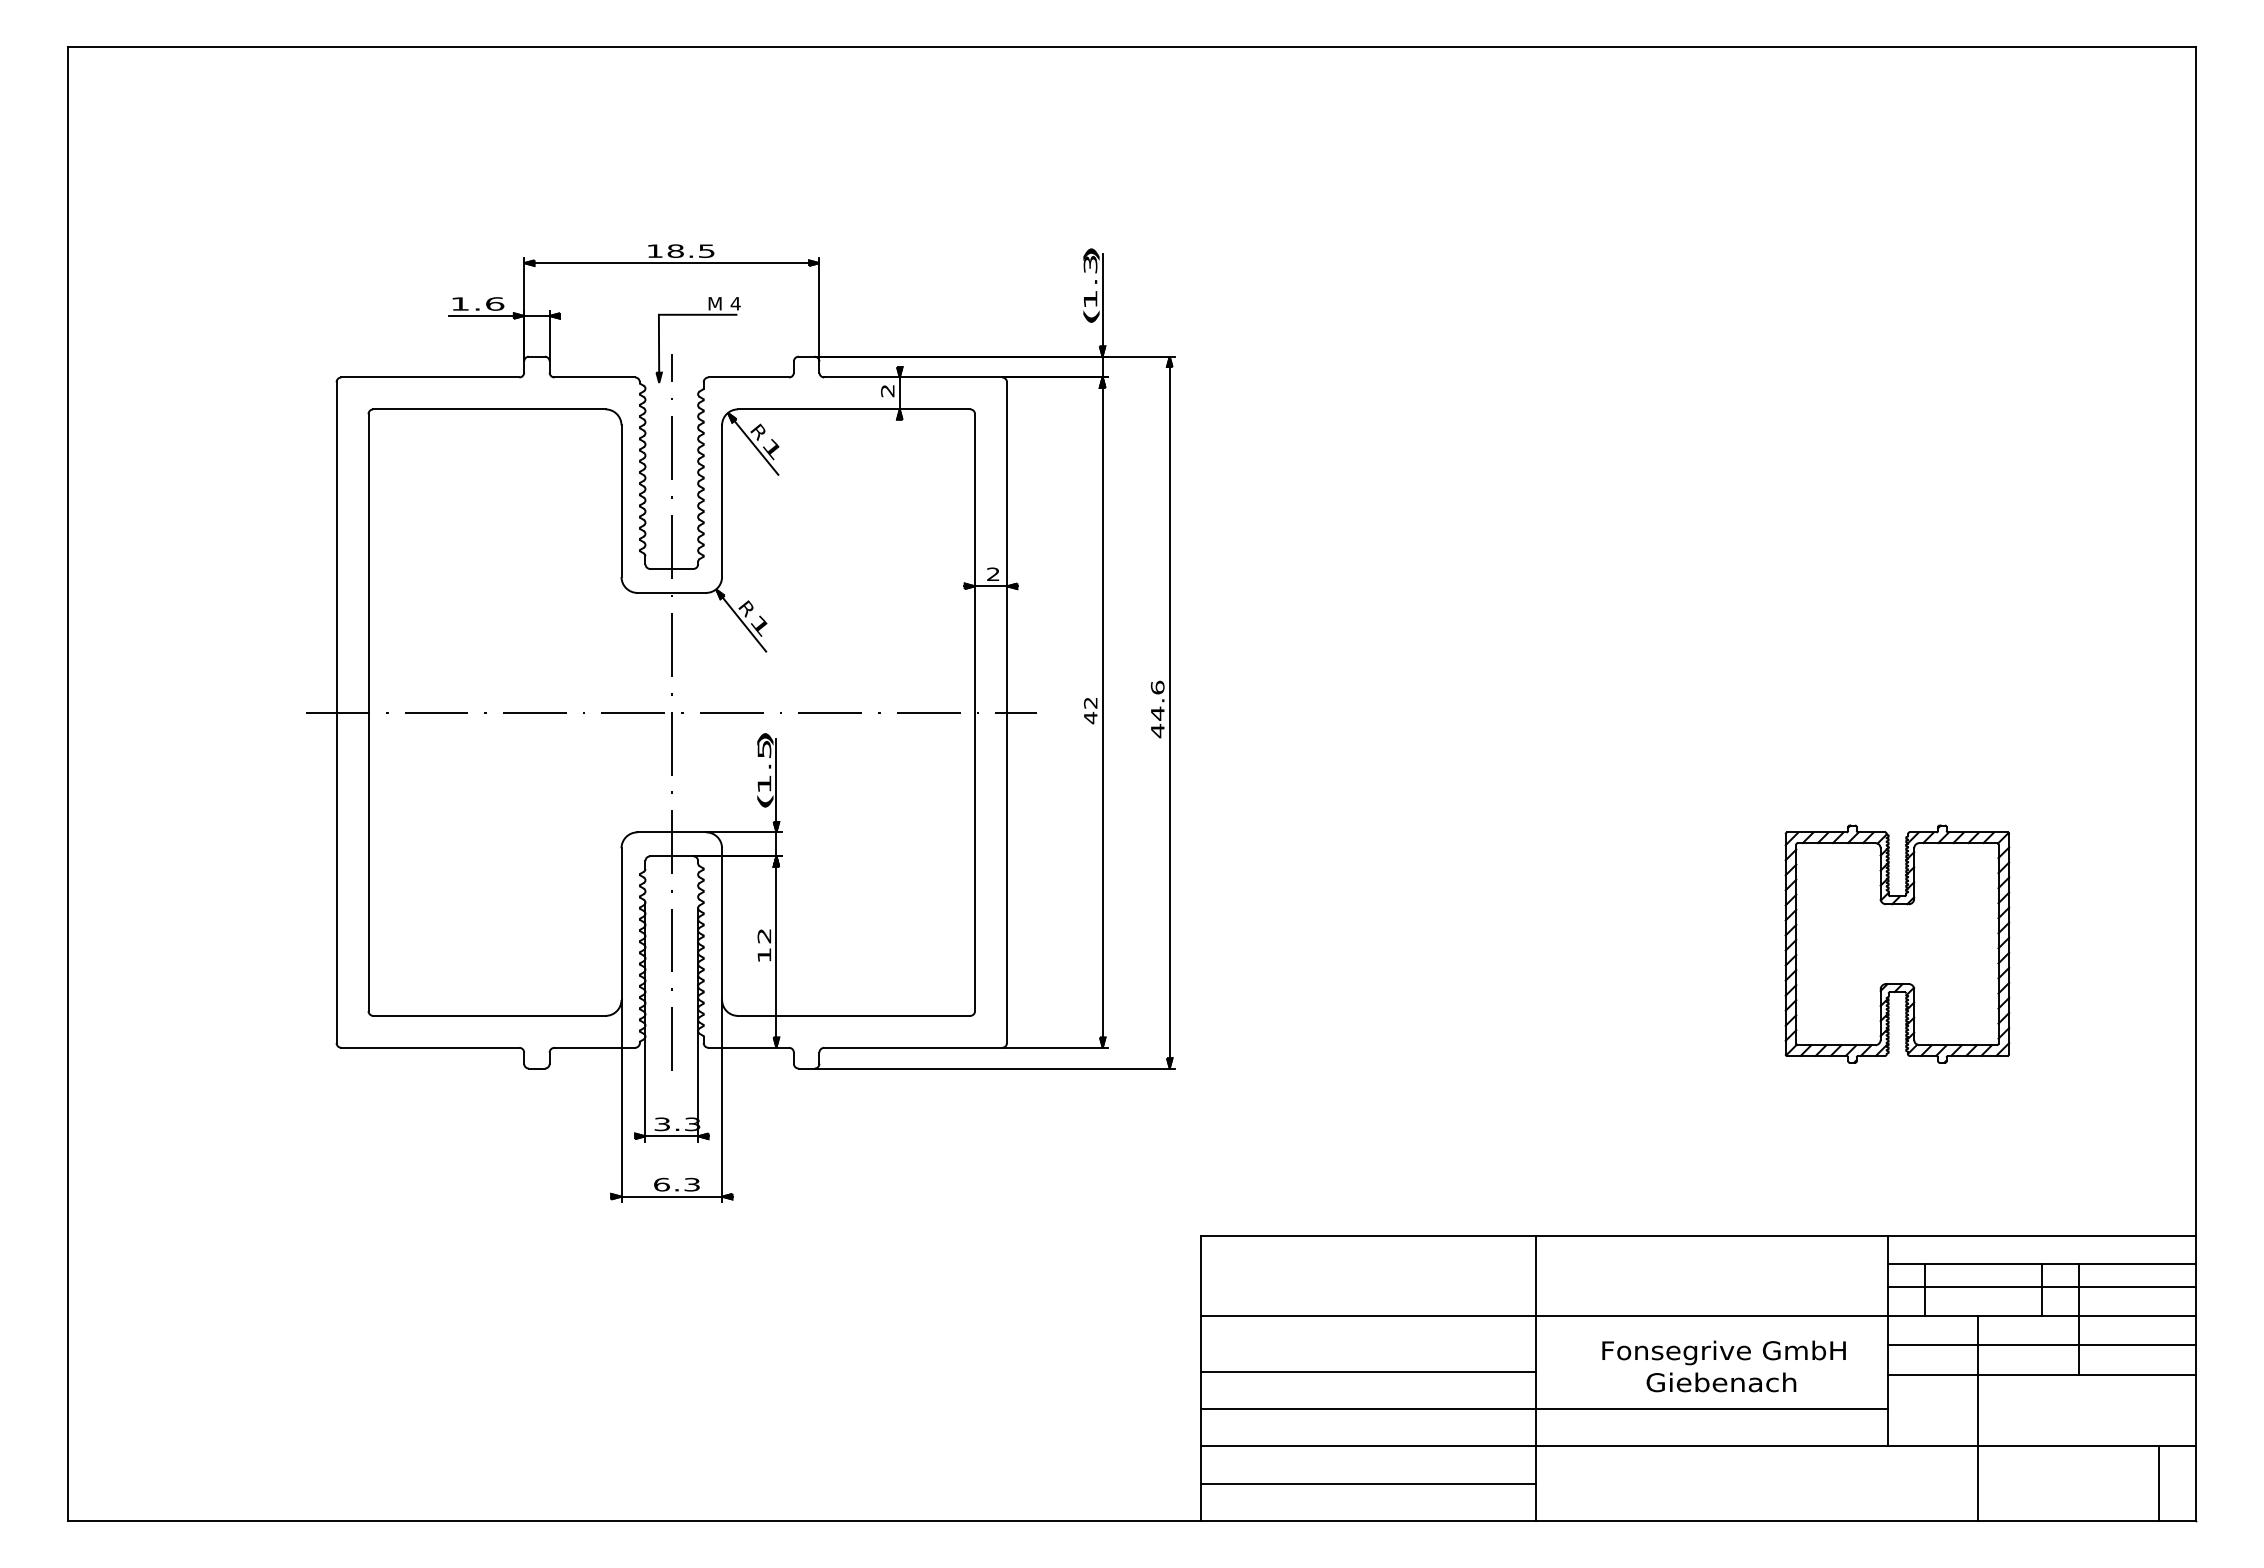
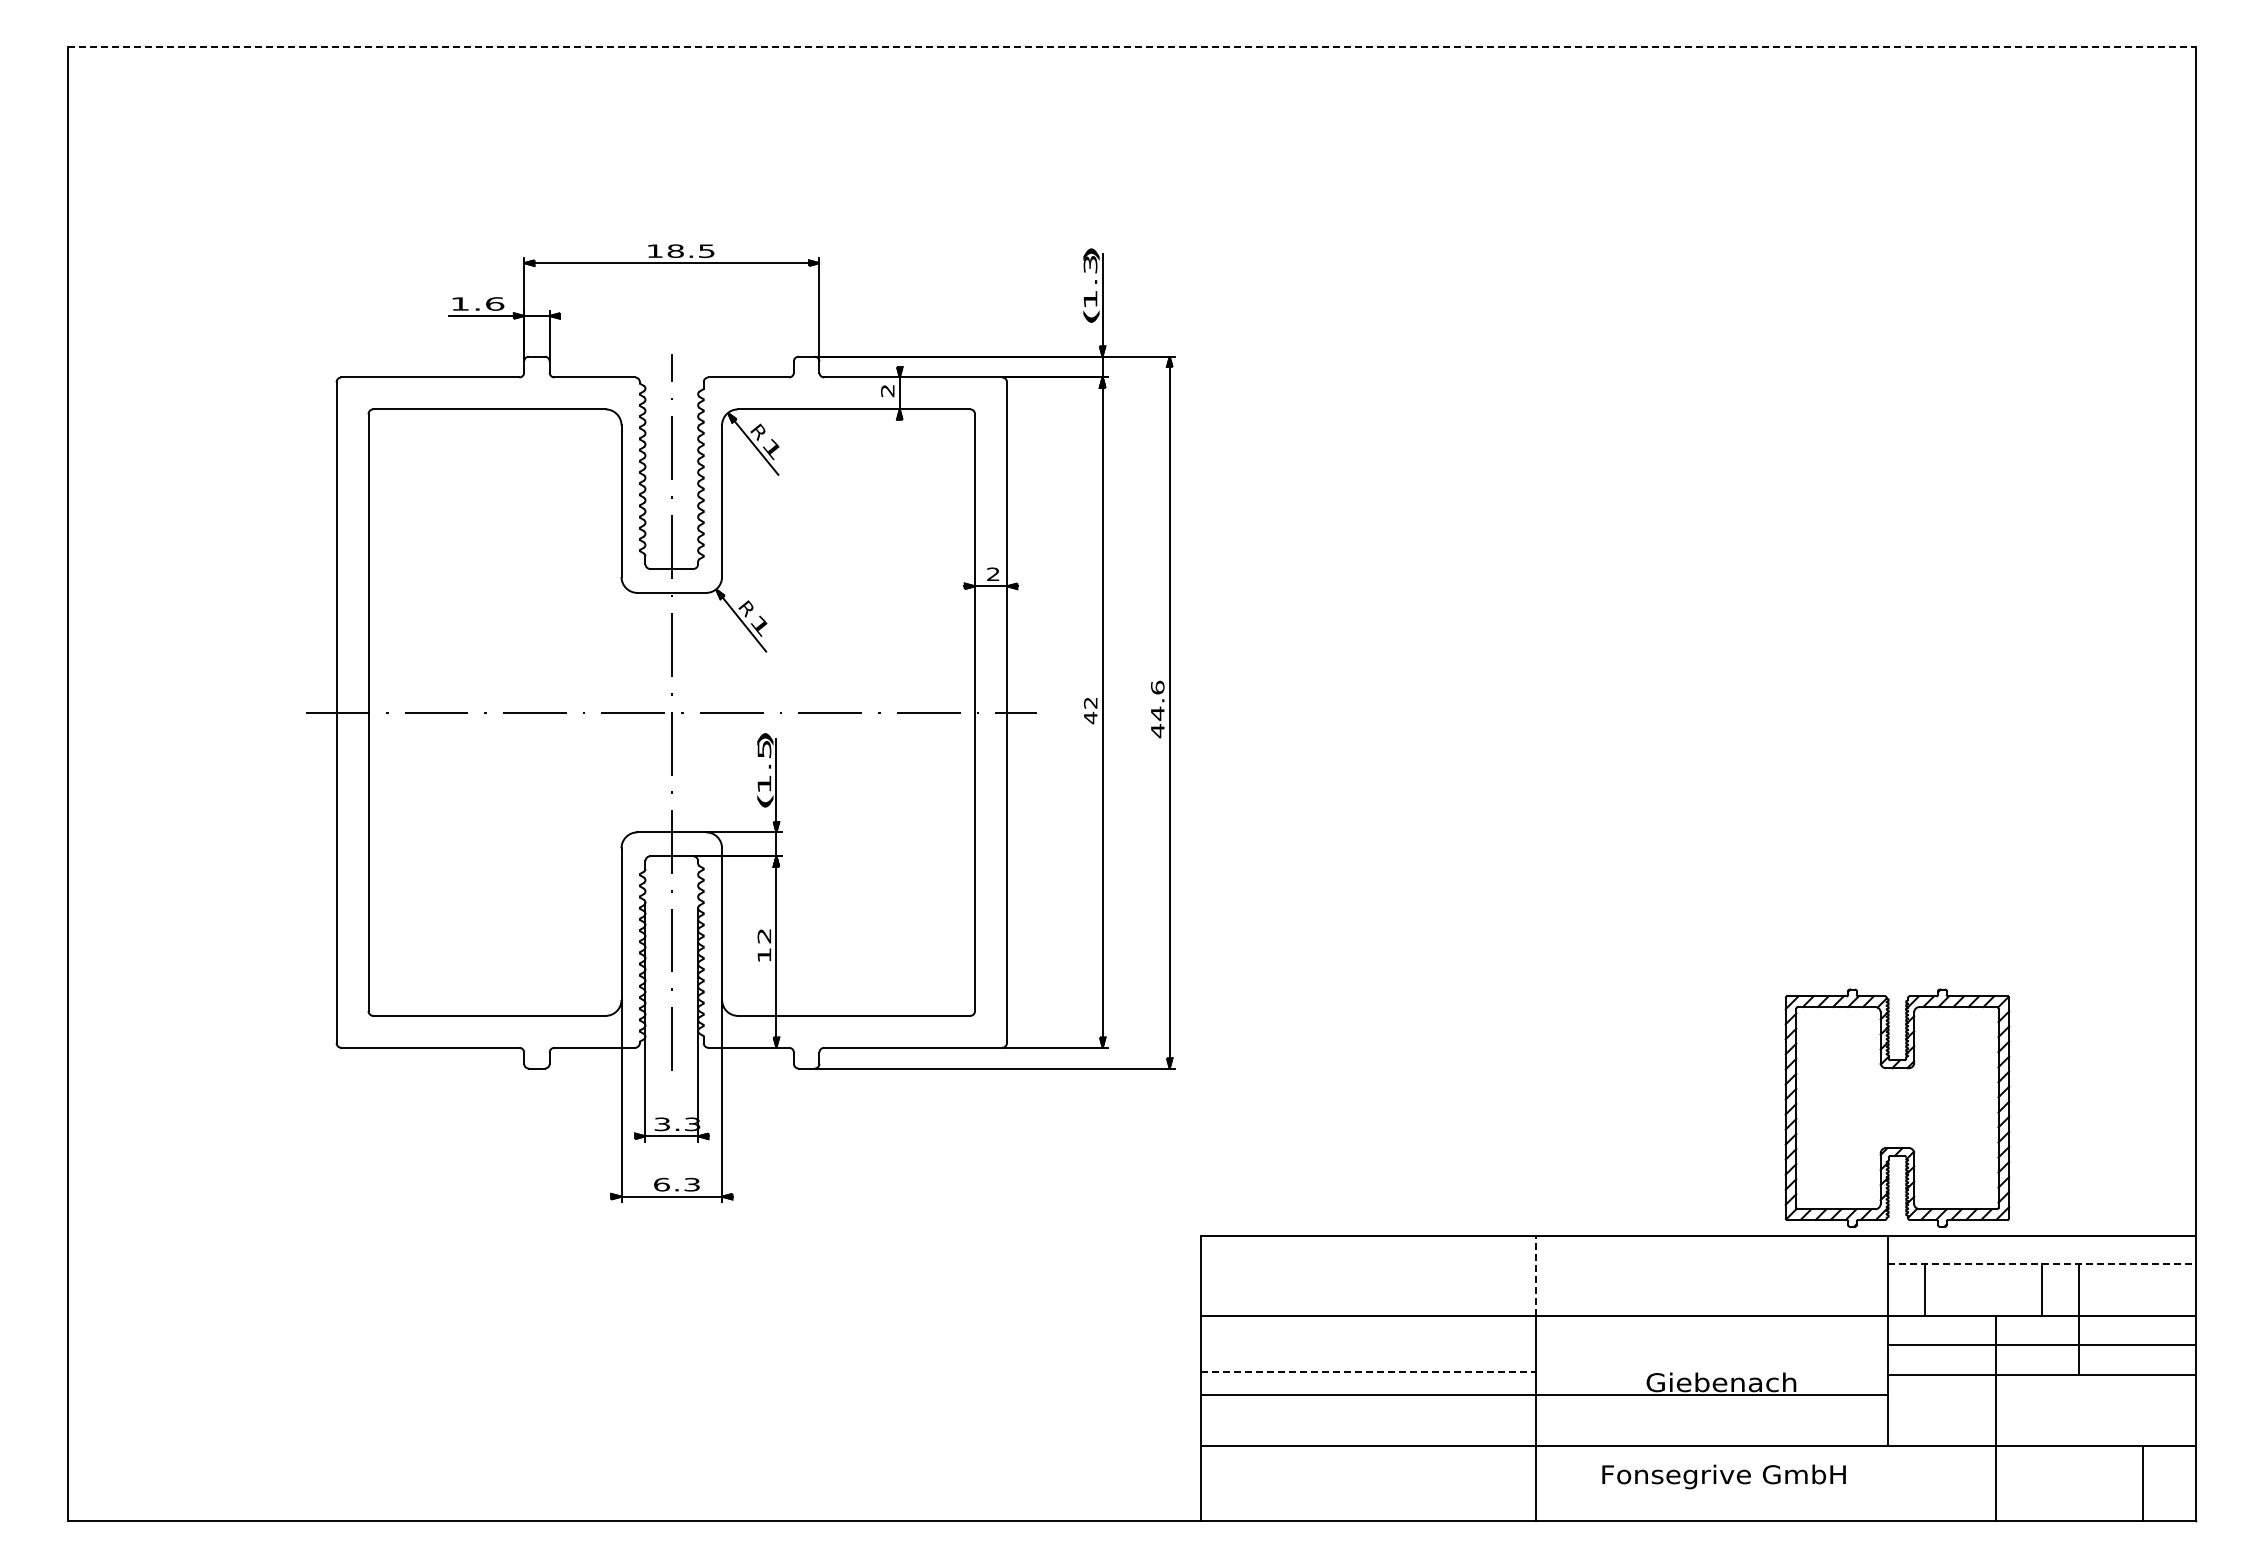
line at (1132, 47): solid -> dashed
part at (697, 315): present -> none
part at (1897, 943) position: (1897, 943) -> (1897, 1107)
line at (2042, 1264): solid -> dashed
line at (1536, 1275): solid -> dashed
line at (2041, 1287): present -> none
text at (1723, 1352) position: (1723, 1352) -> (1723, 1476)
line at (1368, 1371): solid -> dashed
line at (1544, 1409) position: (1544, 1409) -> (1544, 1395)
line at (1977, 1417) position: (1977, 1417) -> (1995, 1417)
line at (1368, 1483): present -> none
line at (2158, 1483) position: (2158, 1483) -> (2142, 1483)
